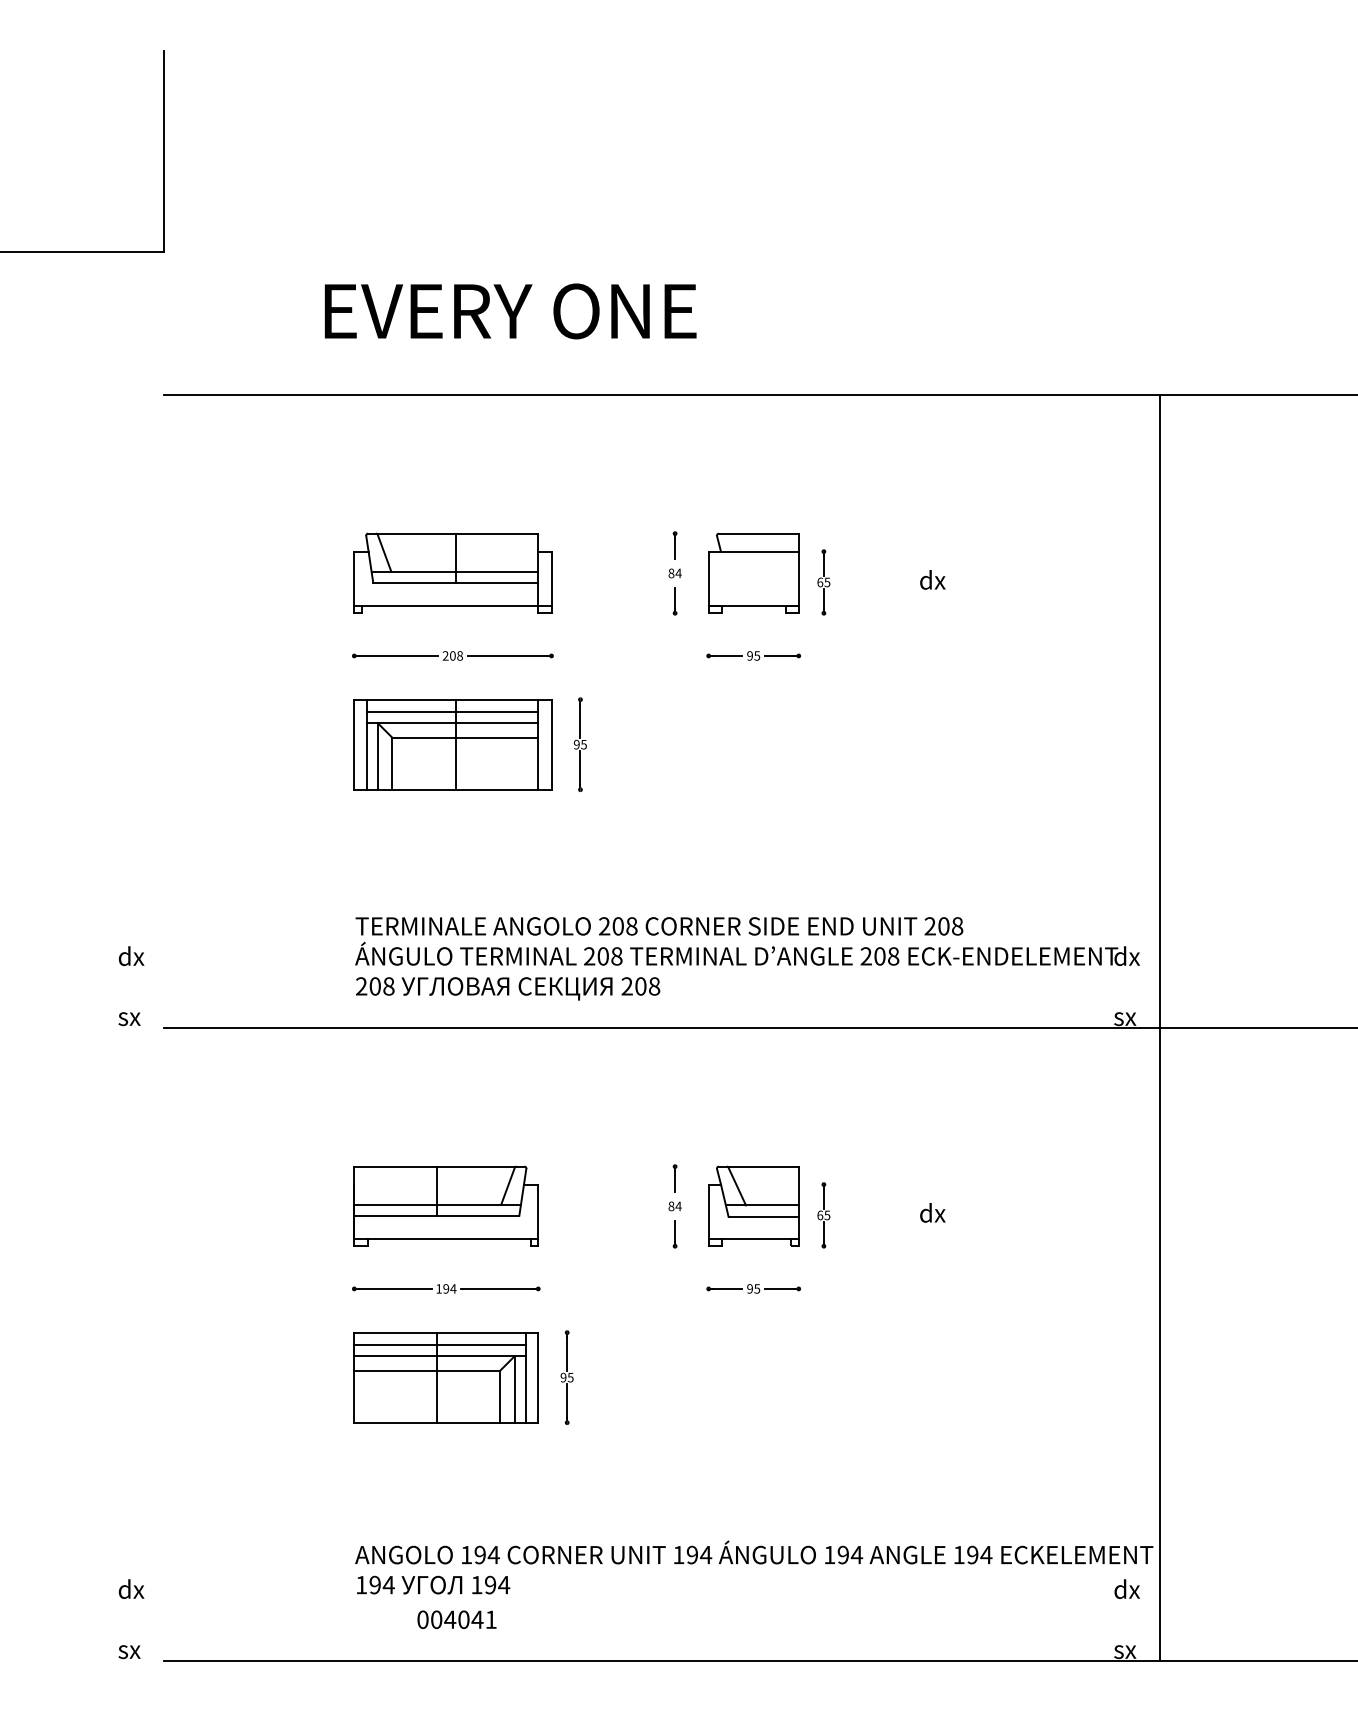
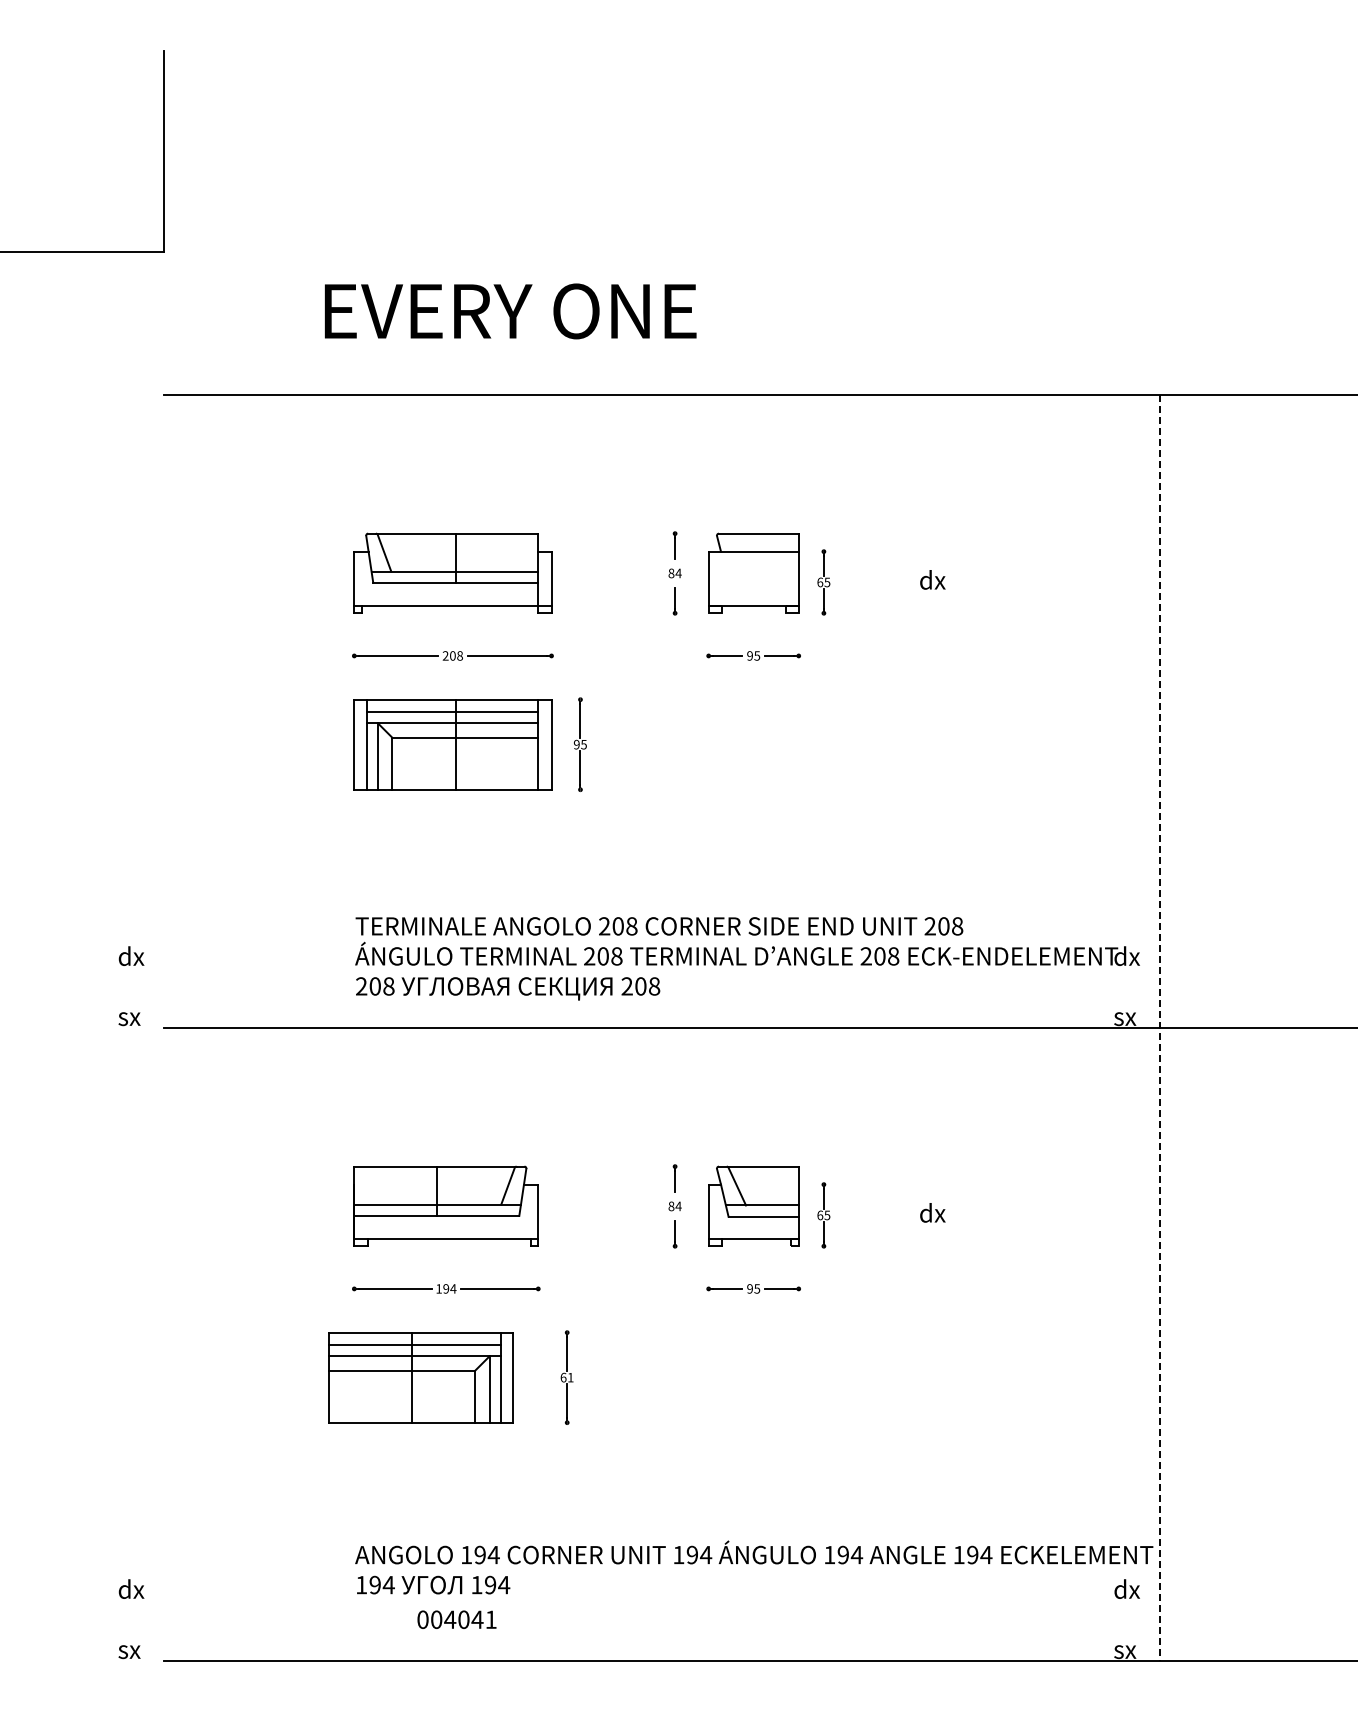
line at (1159, 1027): solid -> dashed
part at (445, 1377) position: (445, 1377) -> (420, 1377)
text at (566, 1377): 95 -> 61
